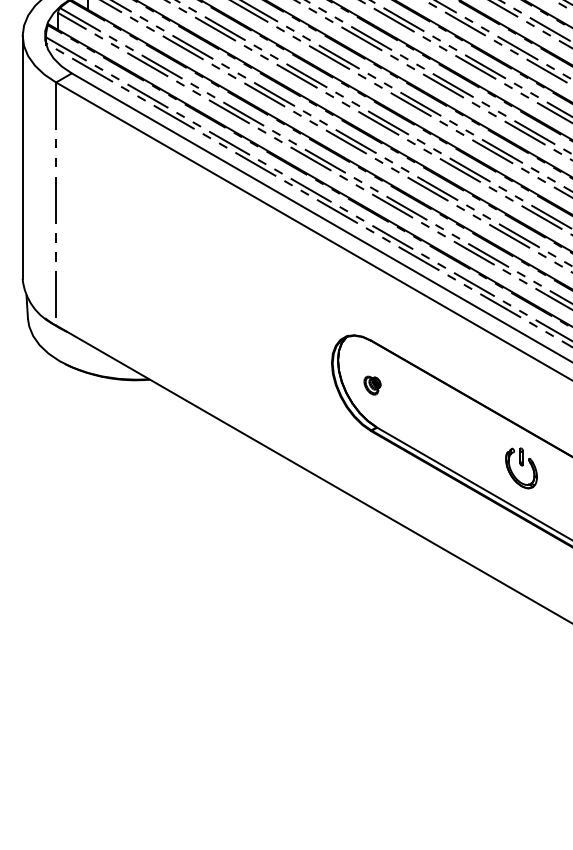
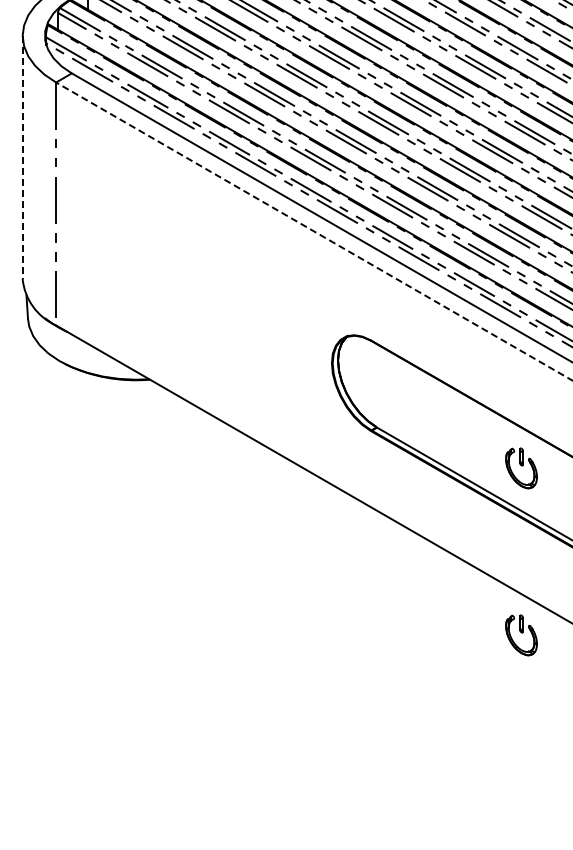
line at (22, 157): solid -> dashed
line at (314, 231): solid -> dashed
part at (372, 385): present -> none
part at (521, 635): none -> present
